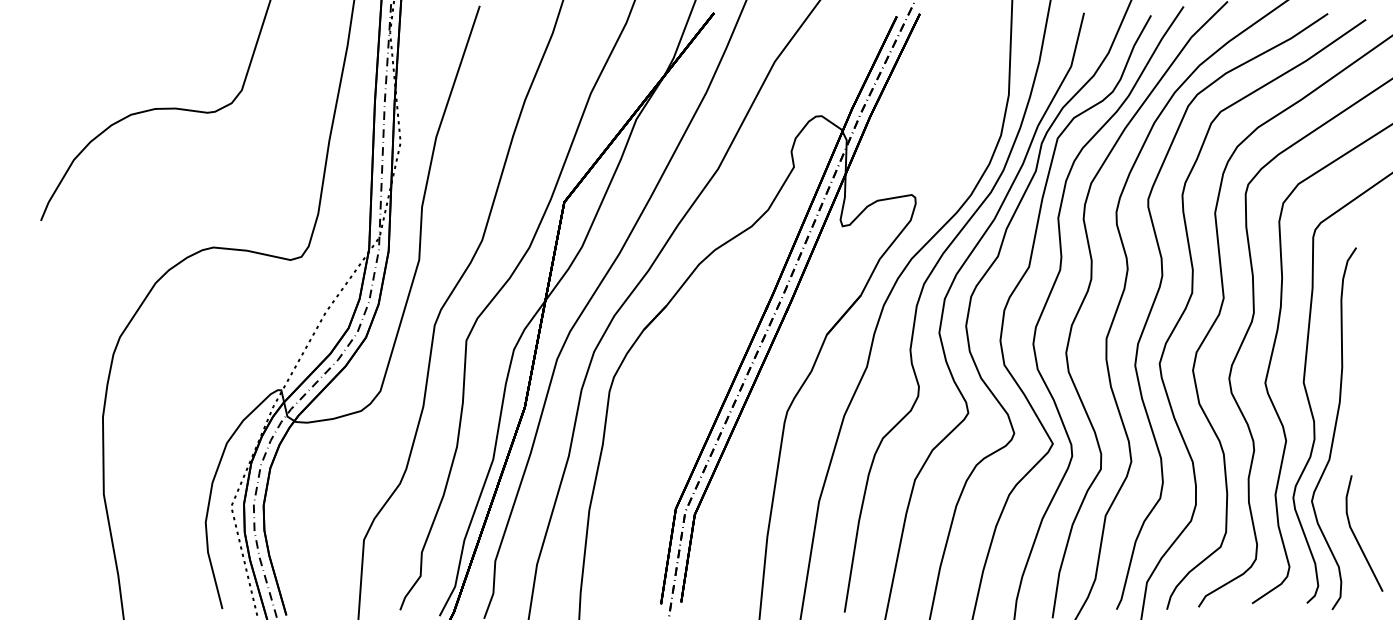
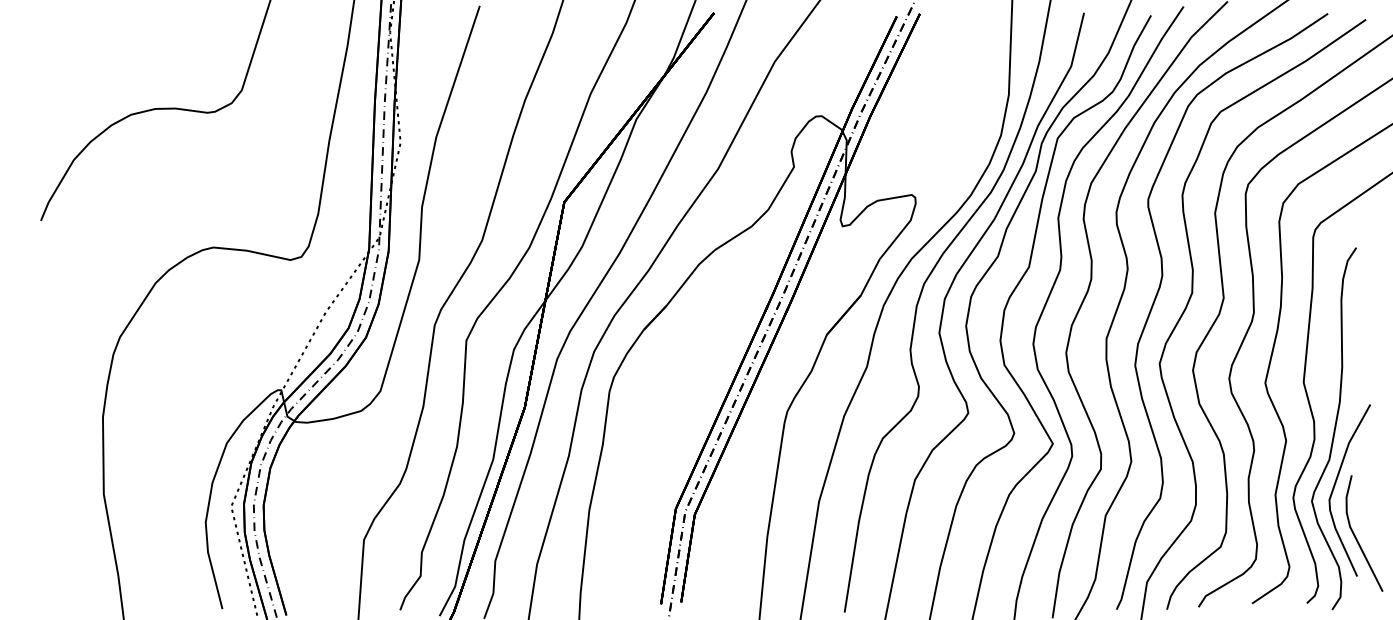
curve at (1335, 486): none -> present
